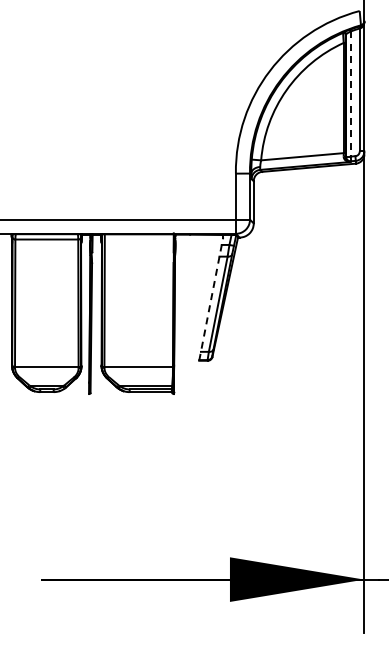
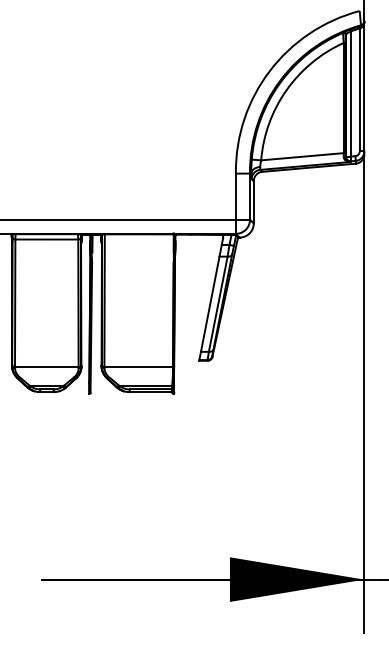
line at (350, 94): dashed -> solid
line at (211, 299): dashed -> solid
